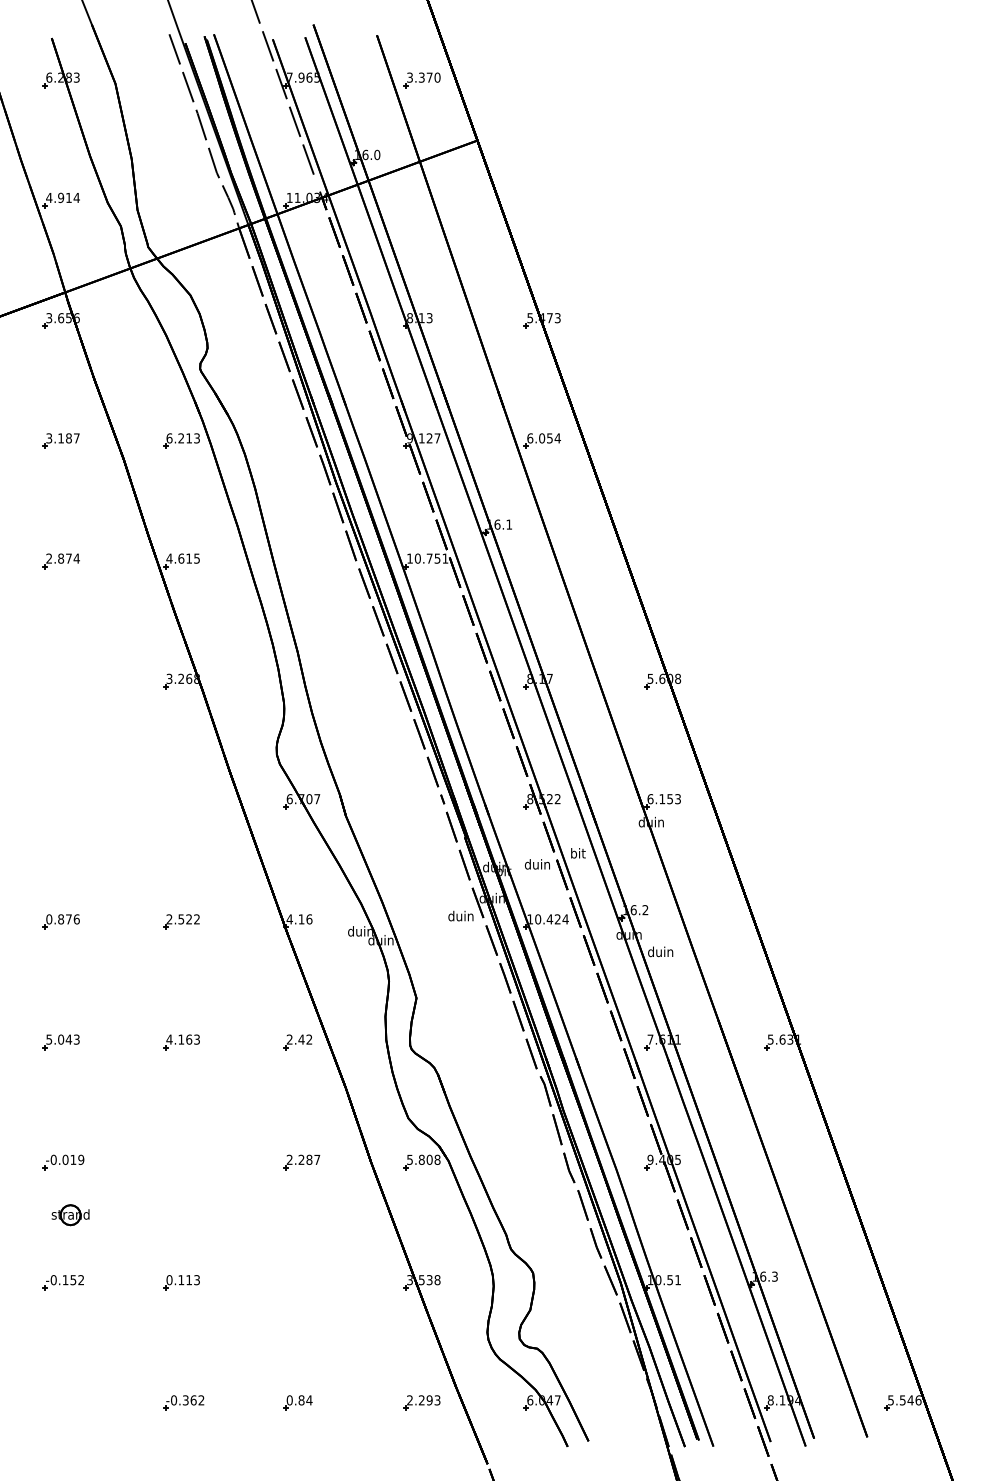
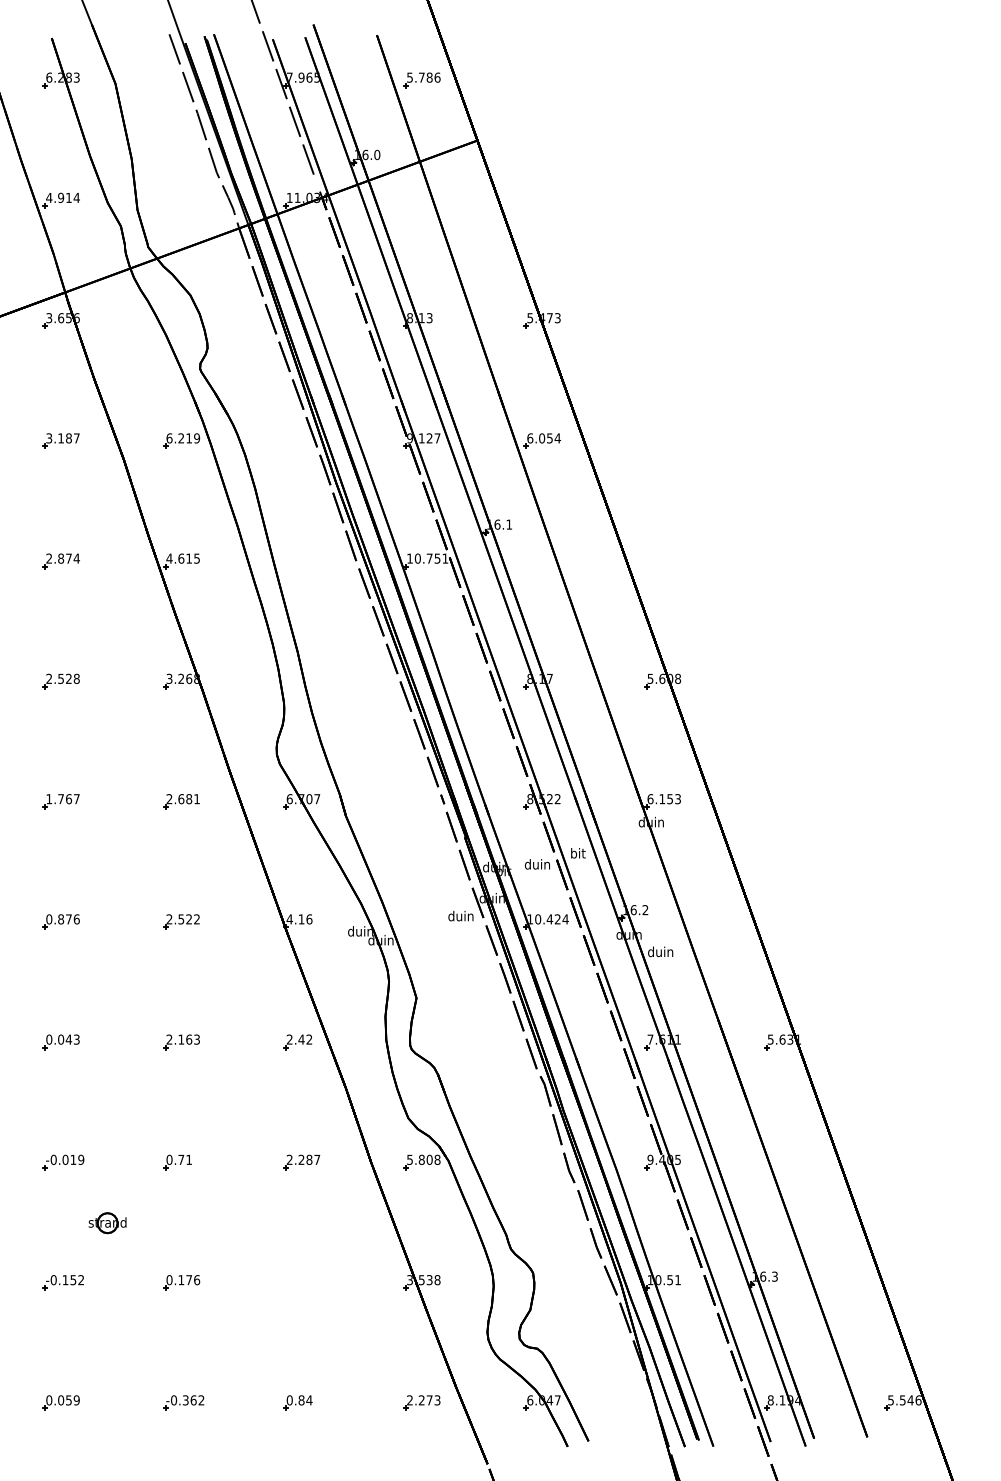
text at (423, 77): 3.370 -> 5.786
text at (197, 438): 6.213 -> 6.219
part at (60, 681): none -> present
part at (60, 801): none -> present
part at (181, 801): none -> present
text at (49, 1039): 5.043 -> 0.043
text at (169, 1039): 4.163 -> 2.163
part at (177, 1162): none -> present
part at (70, 1215) position: (70, 1215) -> (107, 1223)
text at (193, 1280): 0.113 -> 0.176
text at (429, 1400): 2.293 -> 2.273
part at (60, 1402): none -> present
